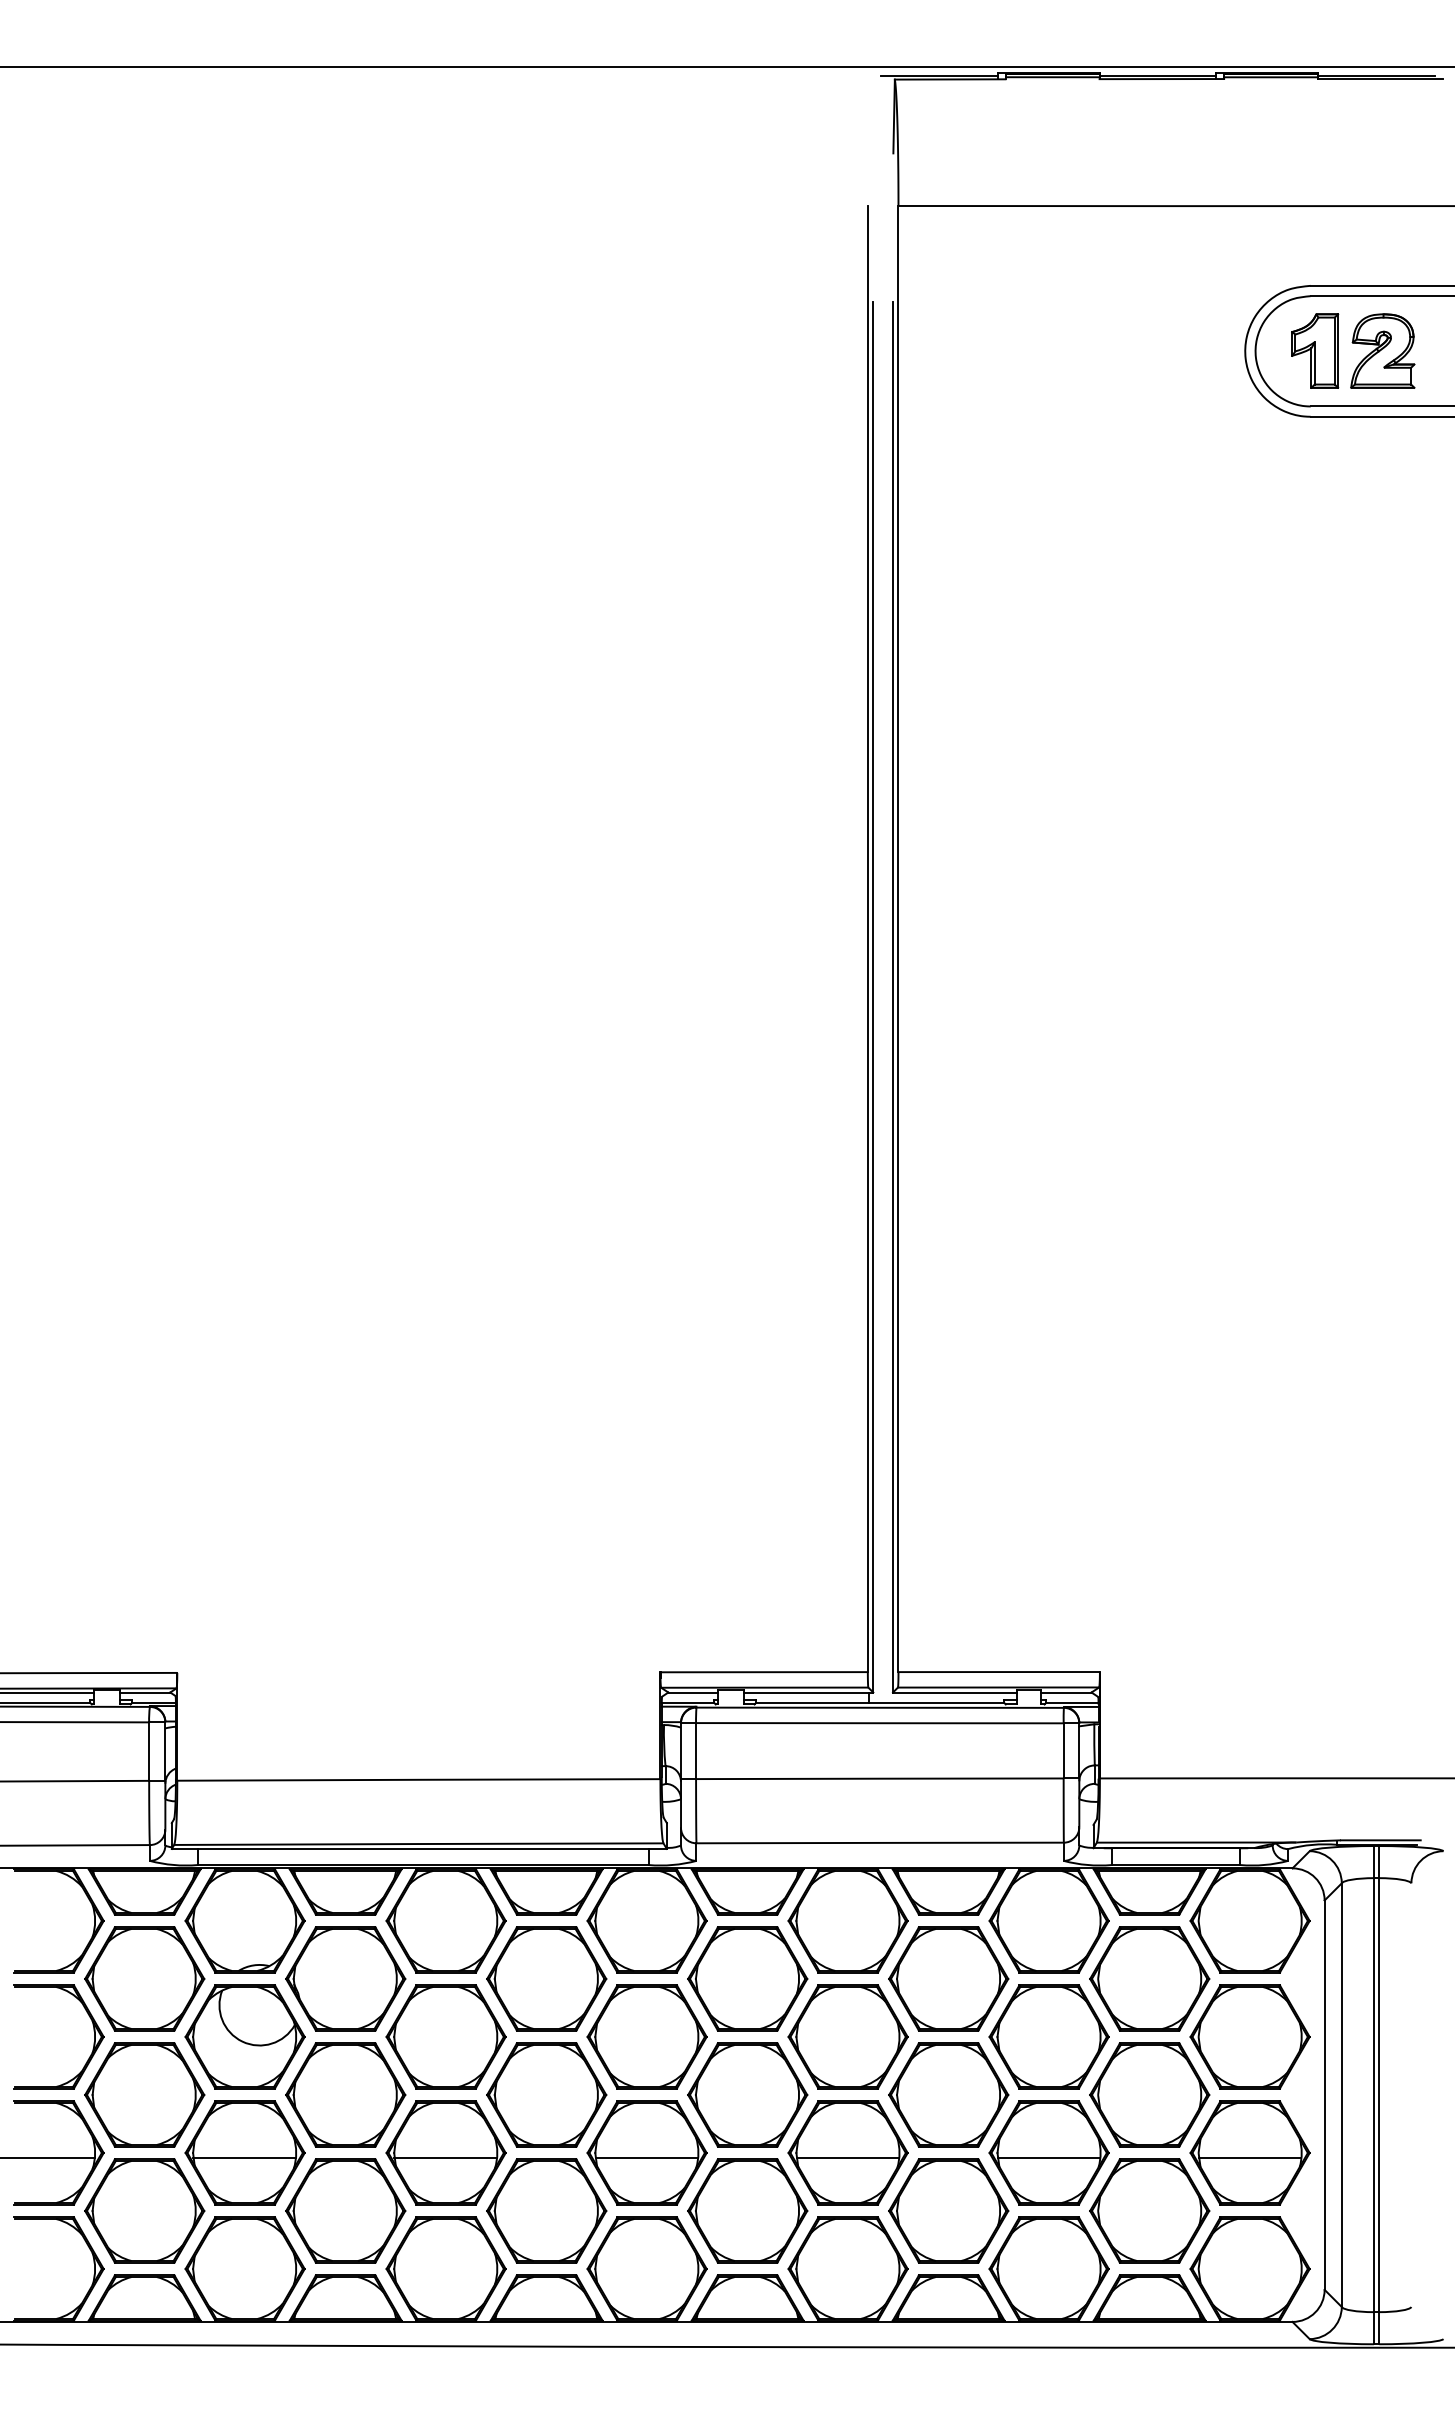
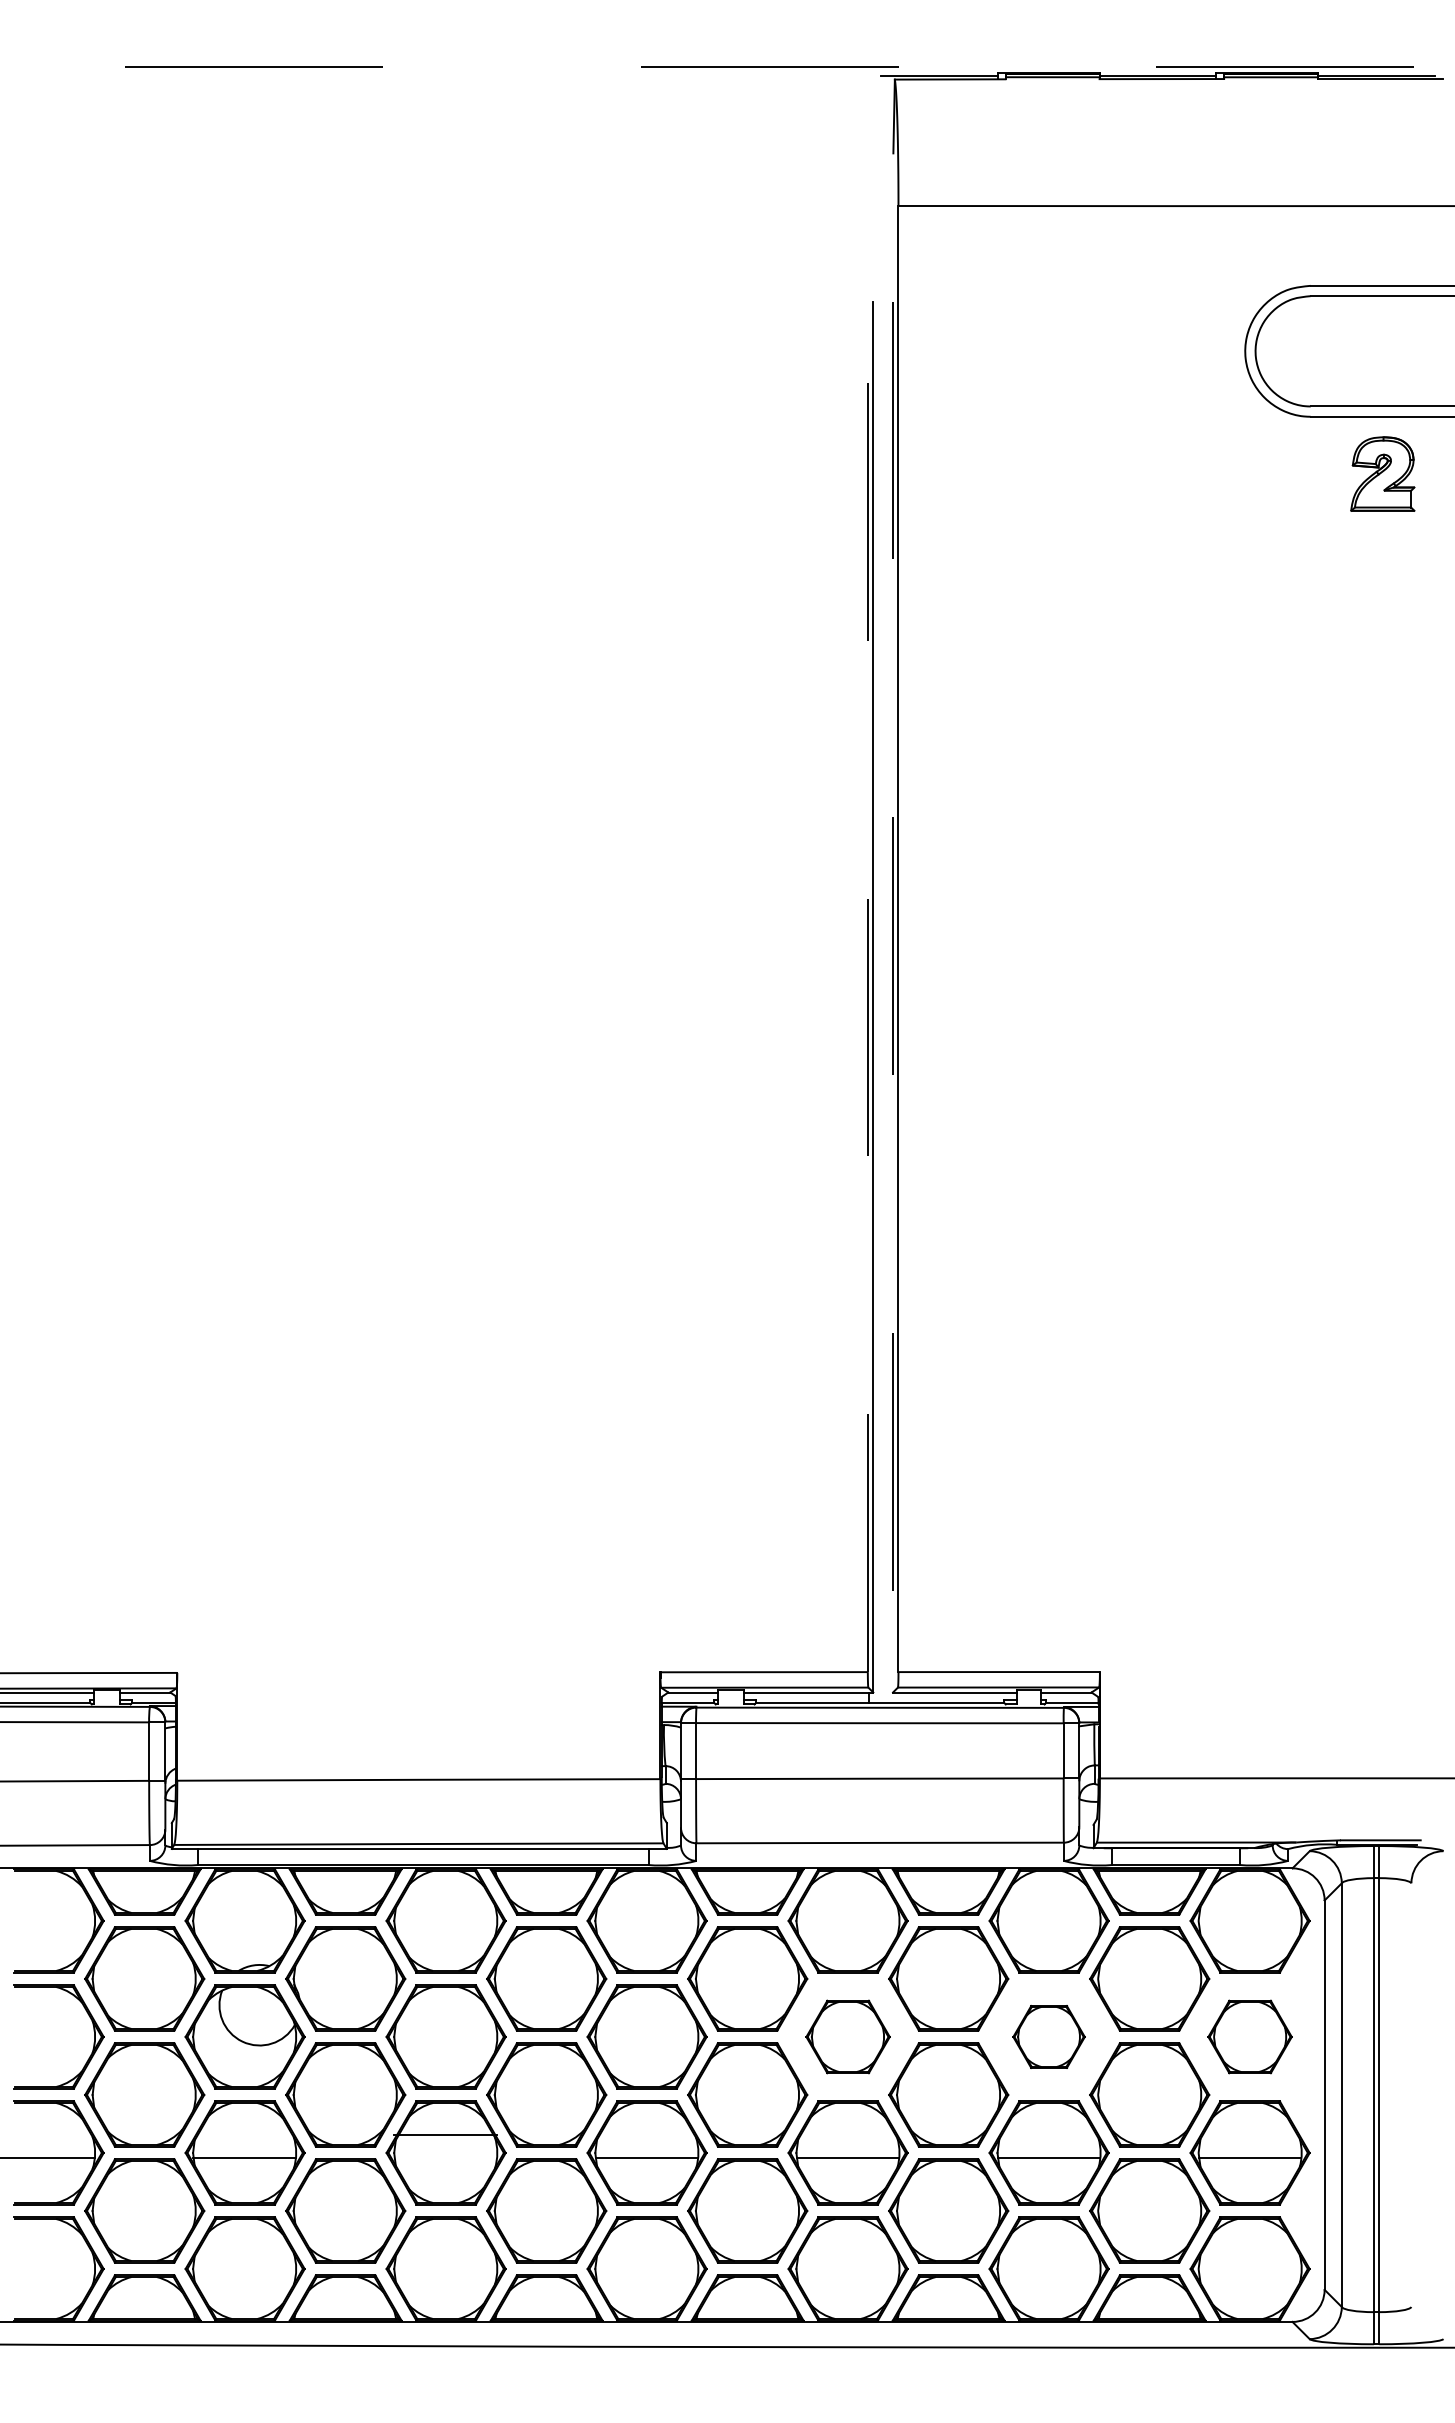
line at (727, 67): solid -> dashed
part at (1315, 350): present -> none
part at (1382, 350) position: (1382, 350) -> (1382, 473)
line at (867, 938): solid -> dashed
line at (893, 997): solid -> dashed
part at (847, 2036) size: 122x106 px -> 86x76 px
part at (1048, 2036) size: 122x106 px -> 74x64 px
part at (1249, 2036) size: 122x106 px -> 86x76 px
line at (445, 2158) position: (445, 2158) -> (445, 2135)
